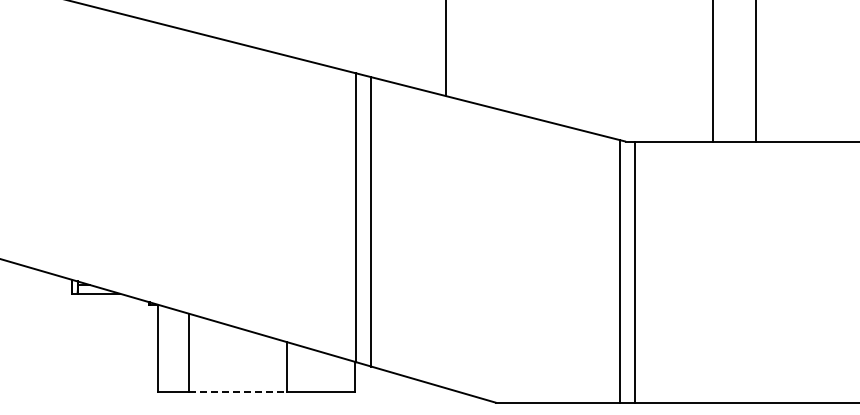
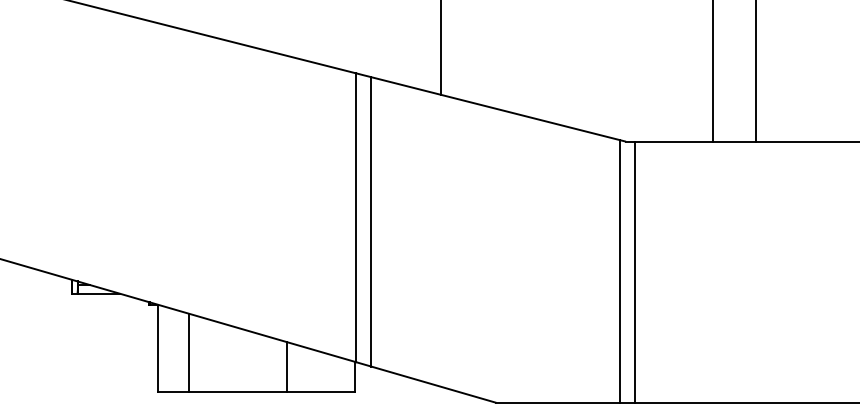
line at (446, 48) position: (446, 48) -> (441, 48)
line at (238, 391): dashed -> solid
